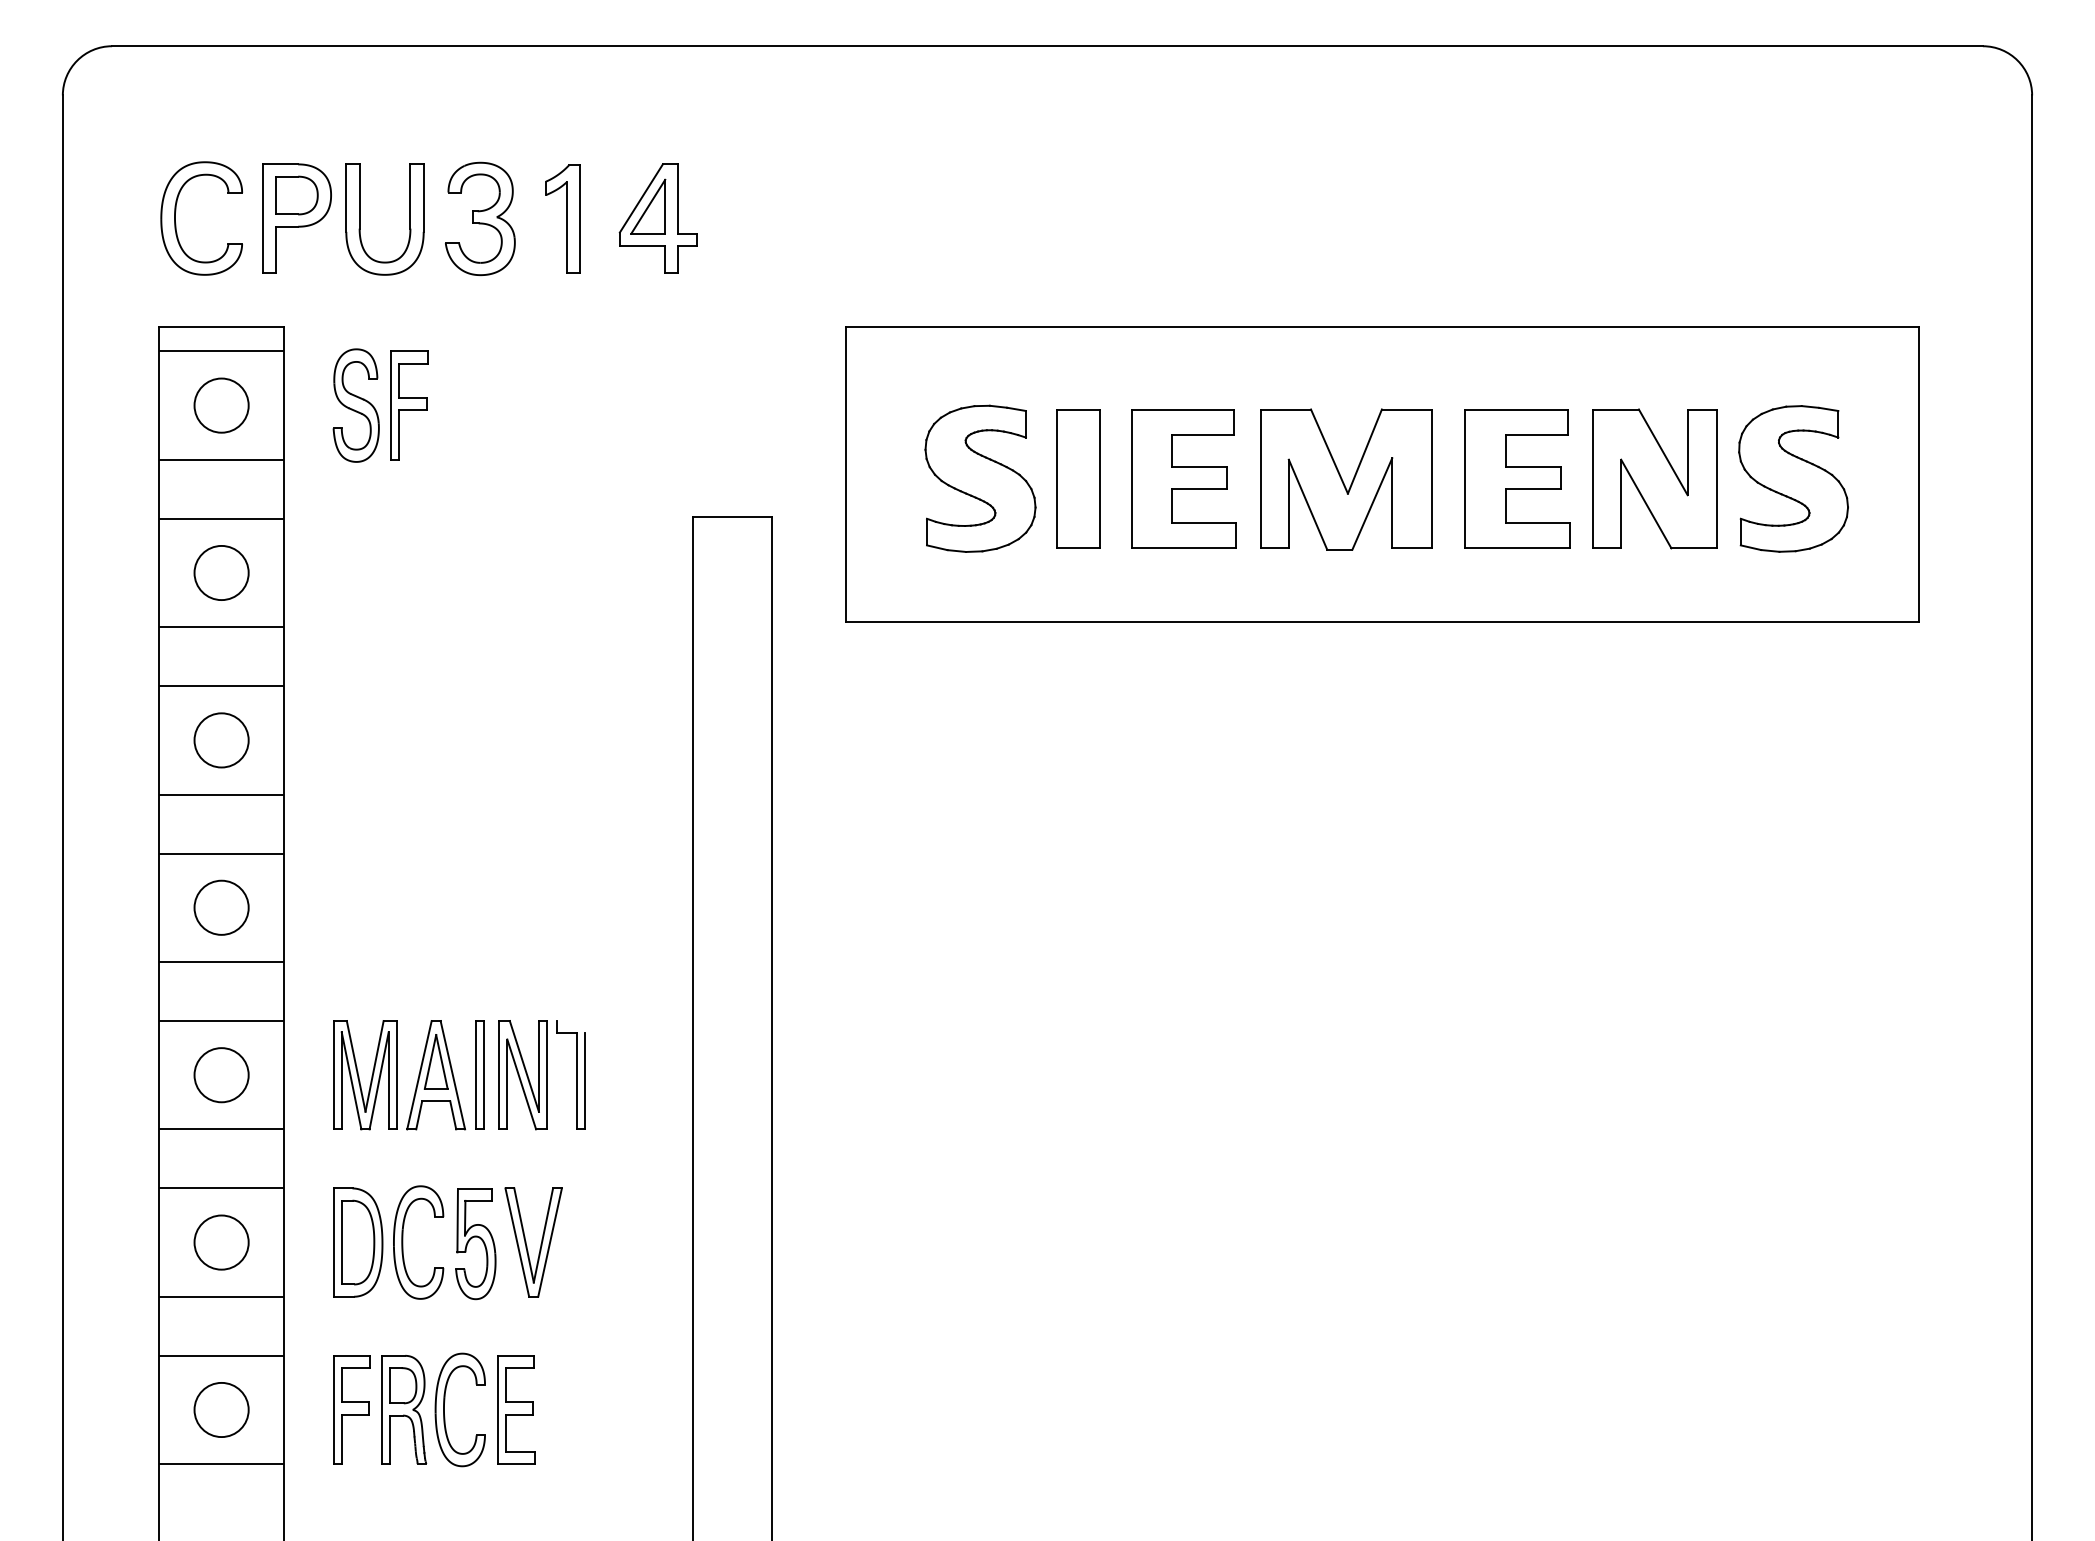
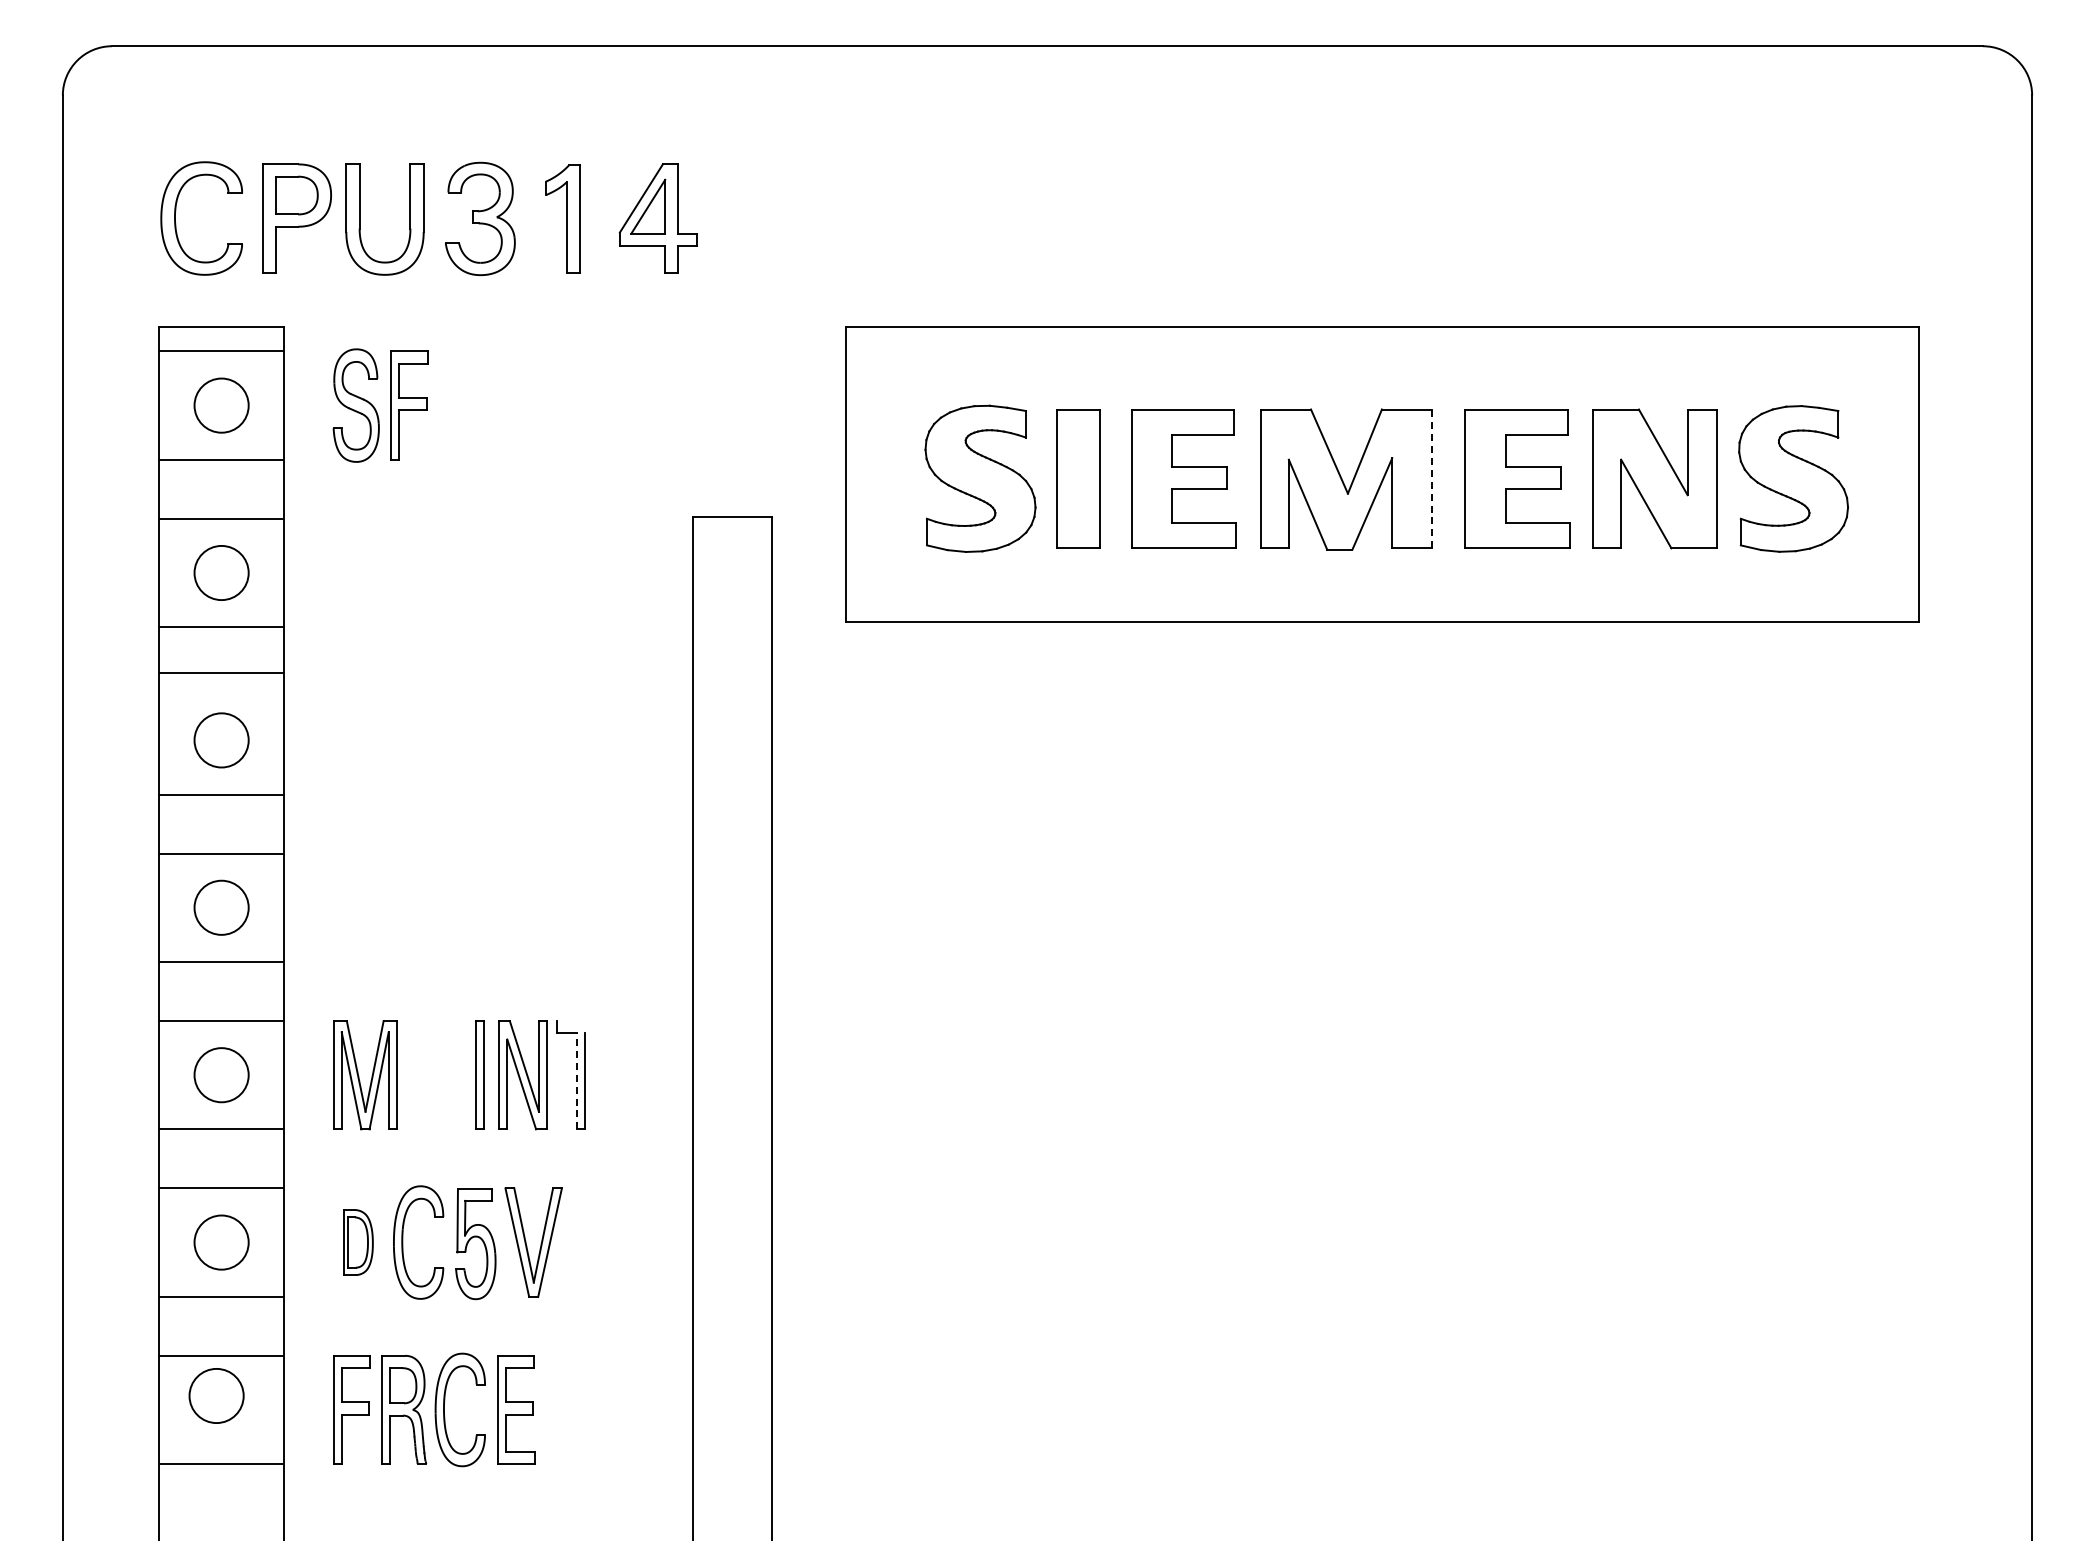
line at (1432, 478): solid -> dashed
line at (221, 686) position: (221, 686) -> (221, 673)
part at (435, 1075): present -> none
line at (577, 1080): solid -> dashed
part at (358, 1242) size: 51x111 px -> 31x67 px
circle at (221, 1409) position: (221, 1409) -> (216, 1395)
